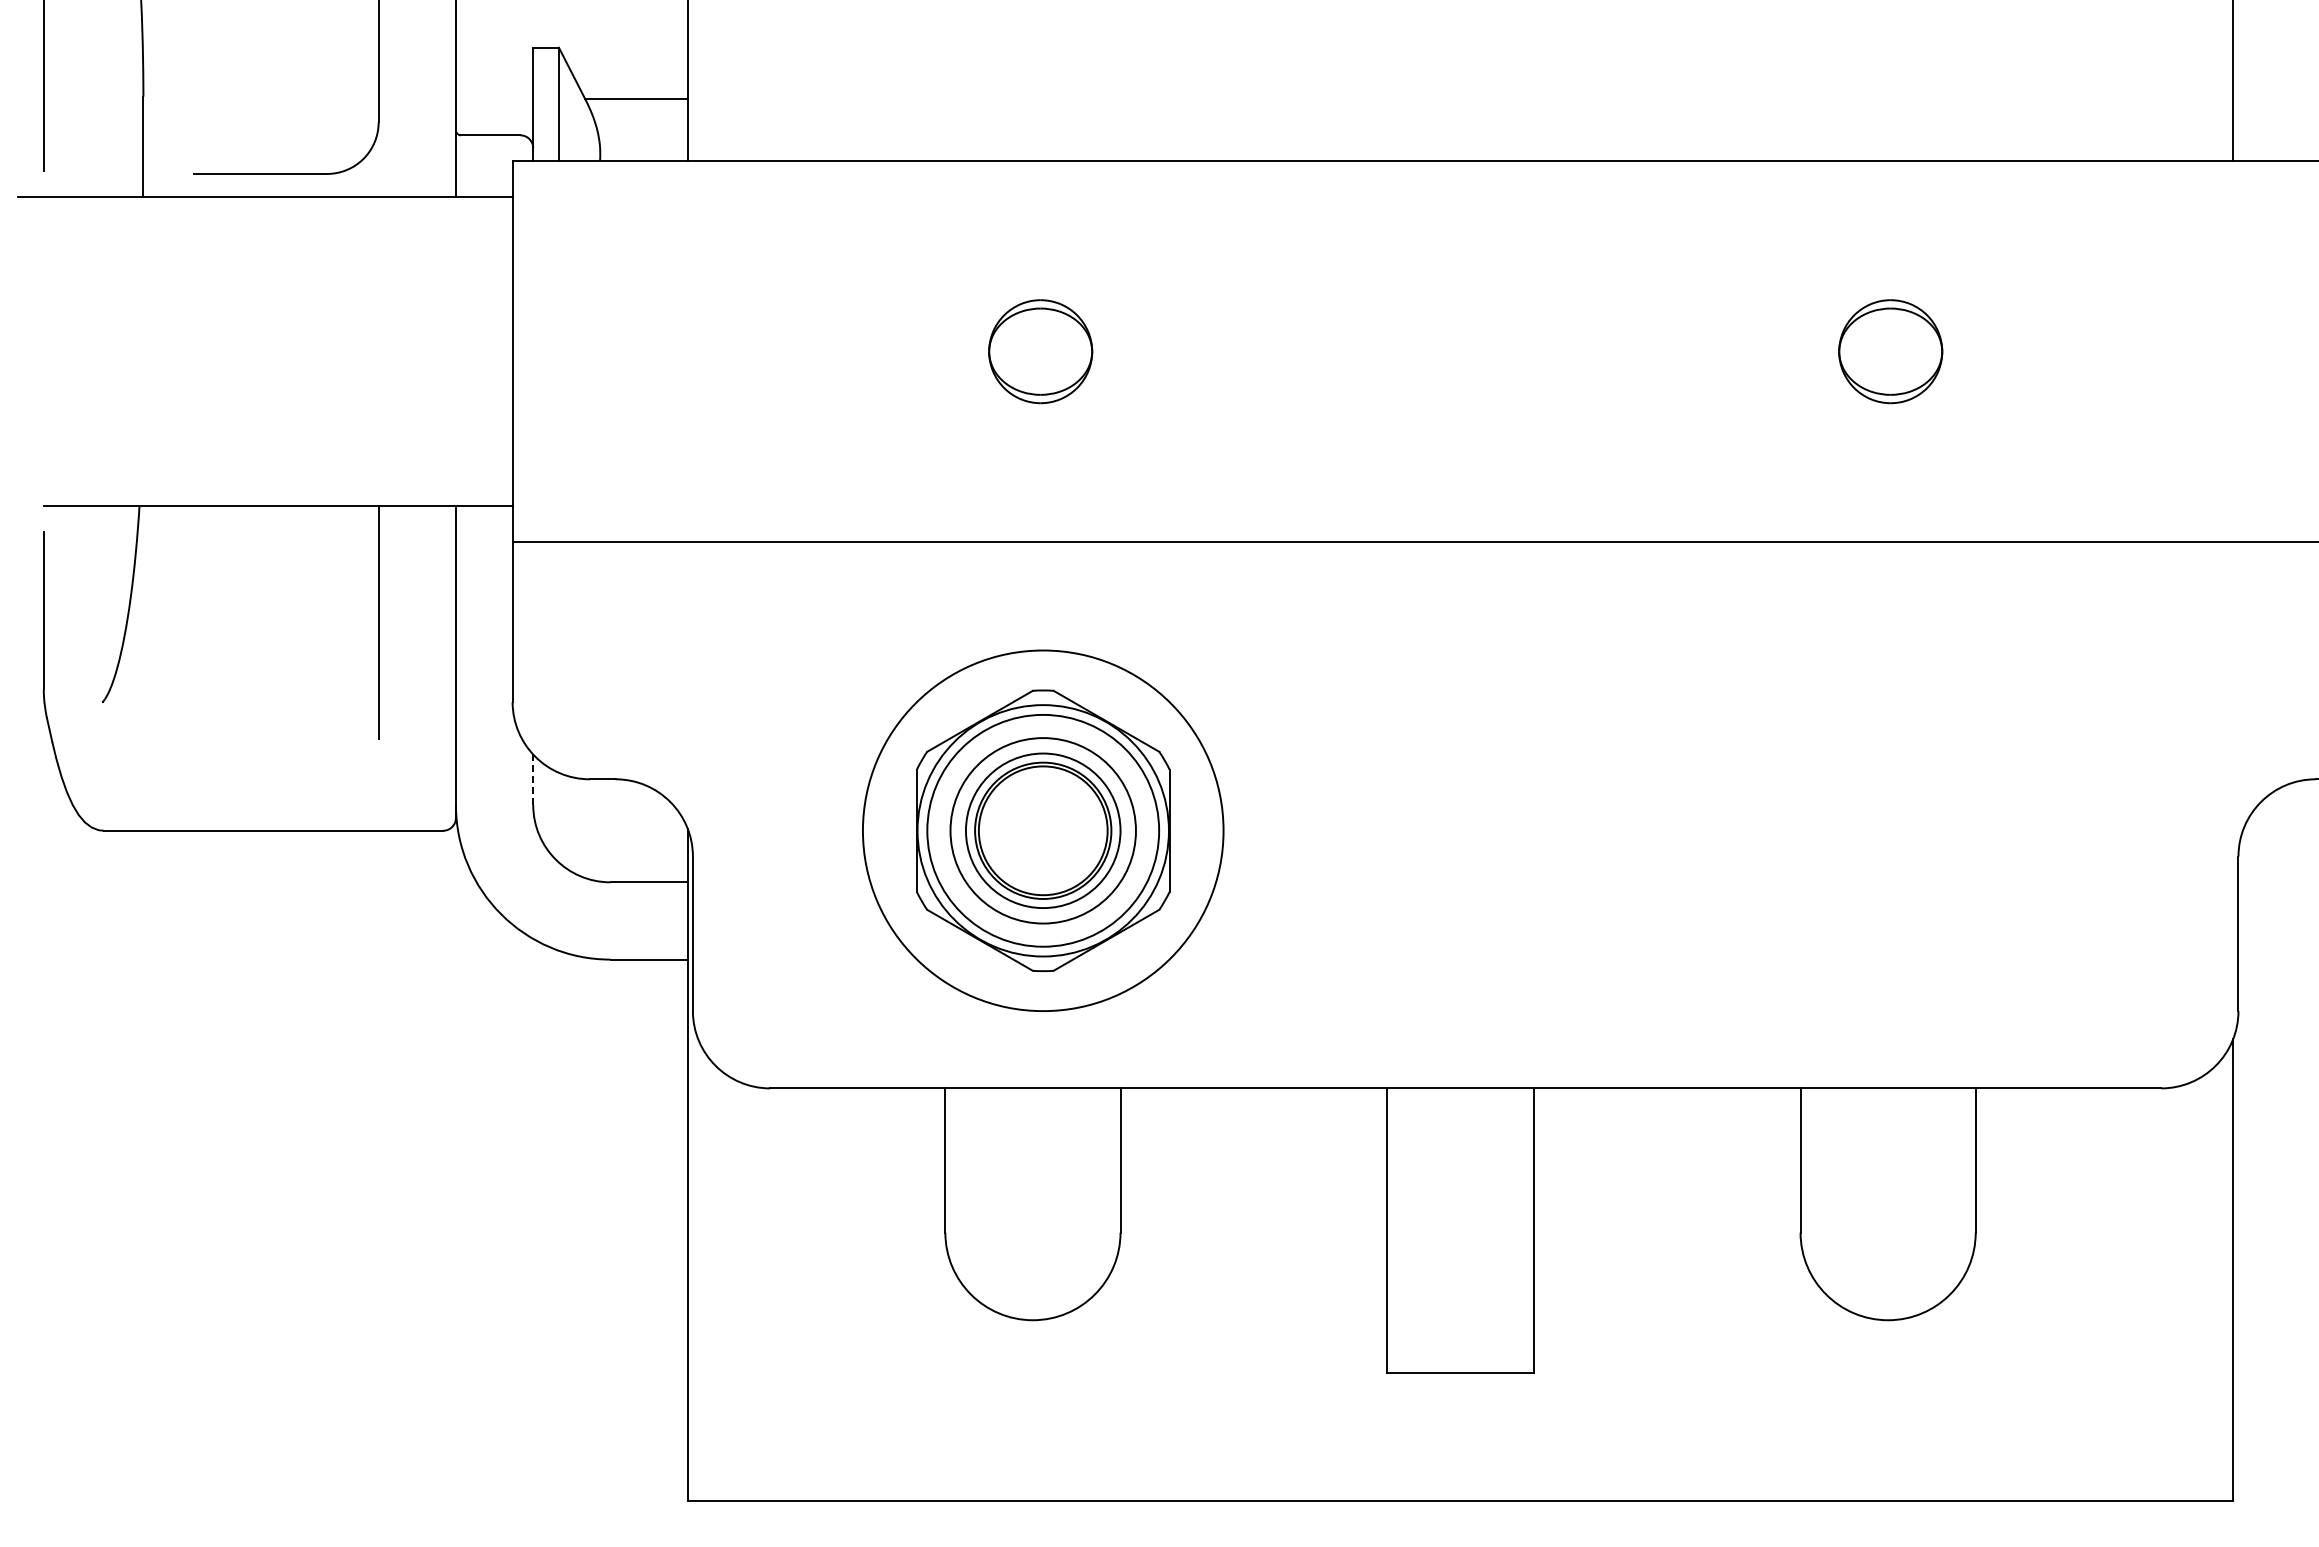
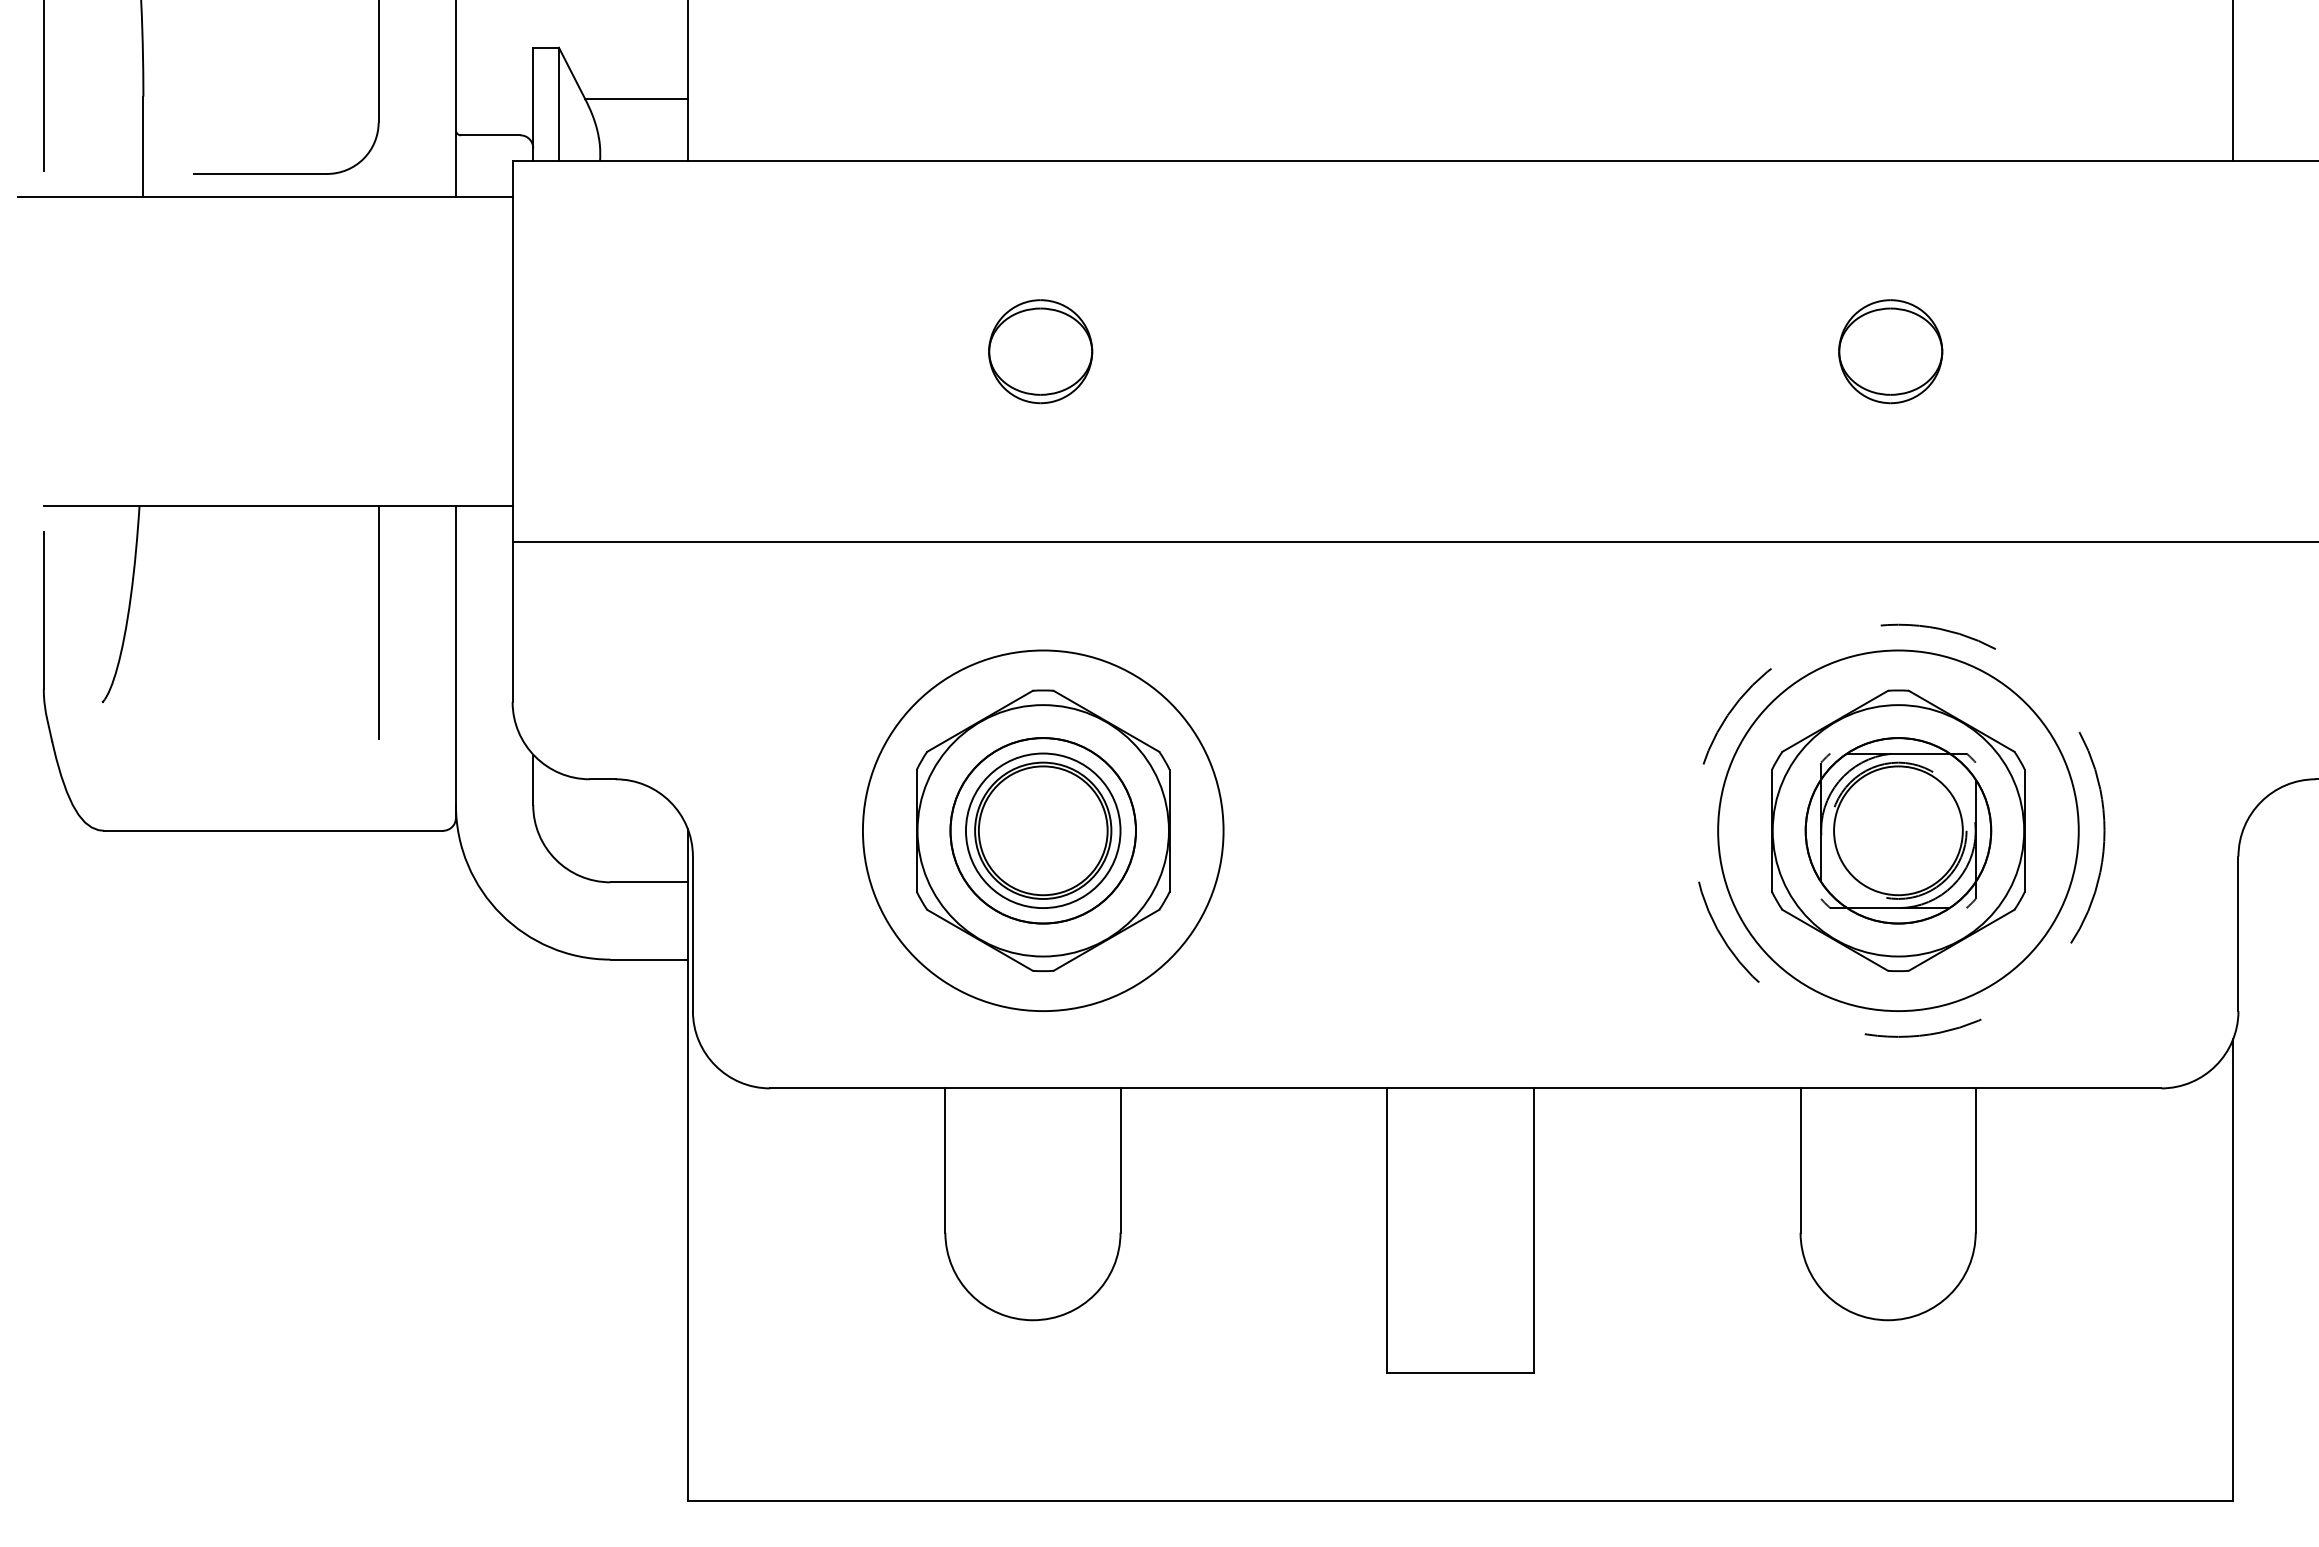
line at (533, 779): dashed -> solid
circle at (1043, 830) diameter: 232 px -> 185 px
part at (1901, 830): none -> present
